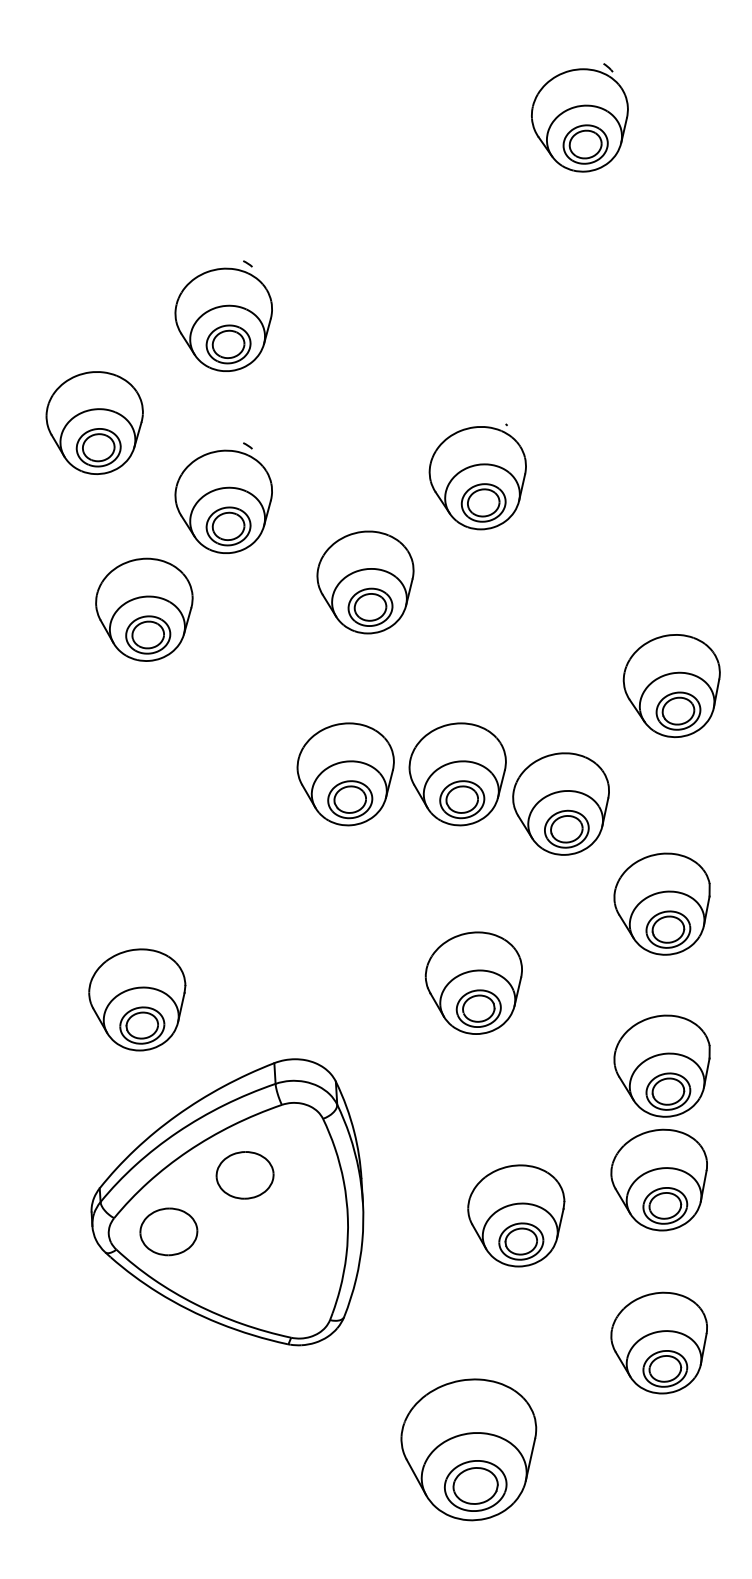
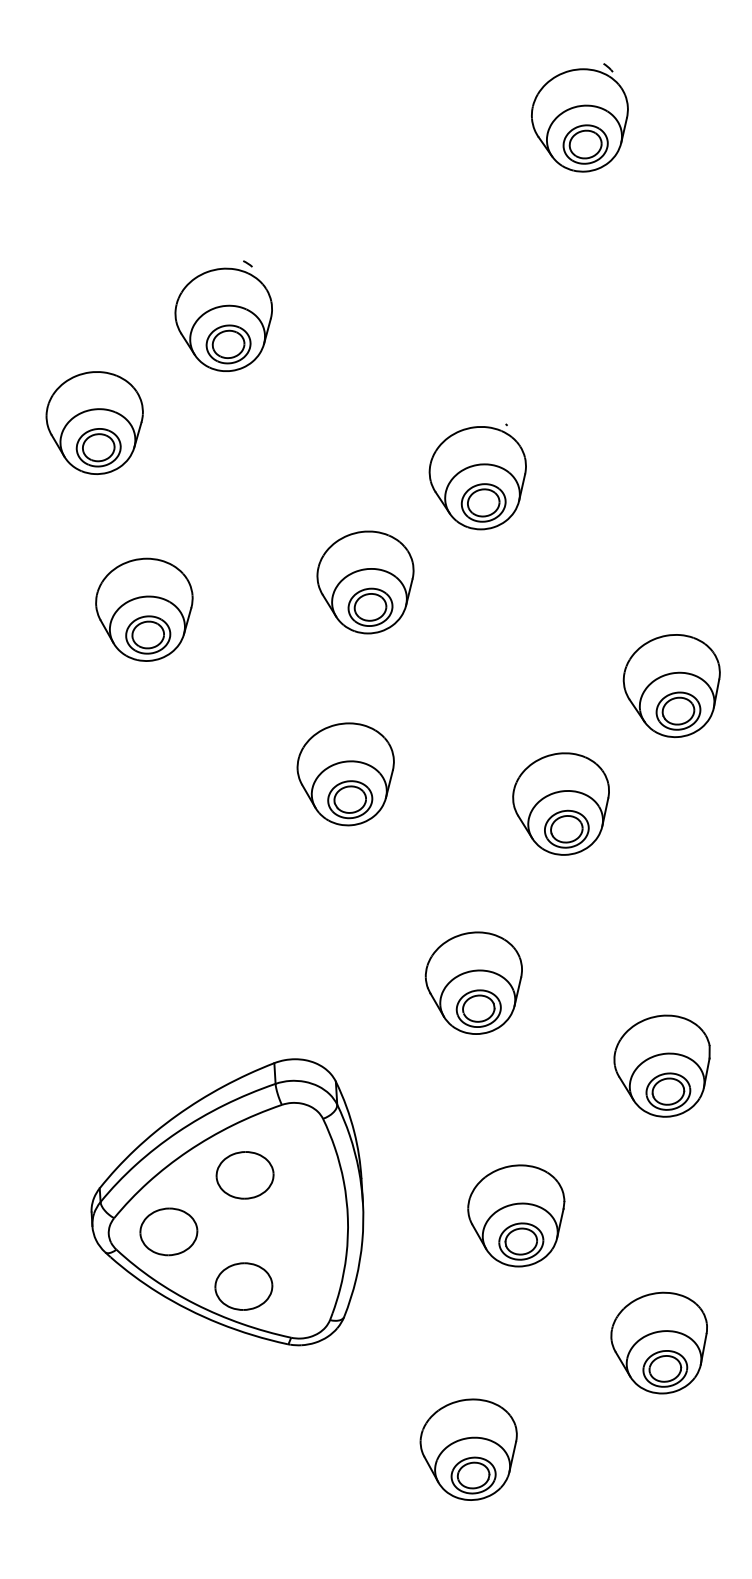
part at (223, 497): present -> none
part at (457, 774): present -> none
part at (661, 903): present -> none
part at (137, 999): present -> none
part at (658, 1179): present -> none
part at (243, 1286): none -> present
part at (468, 1449) size: 138x144 px -> 99x103 px
